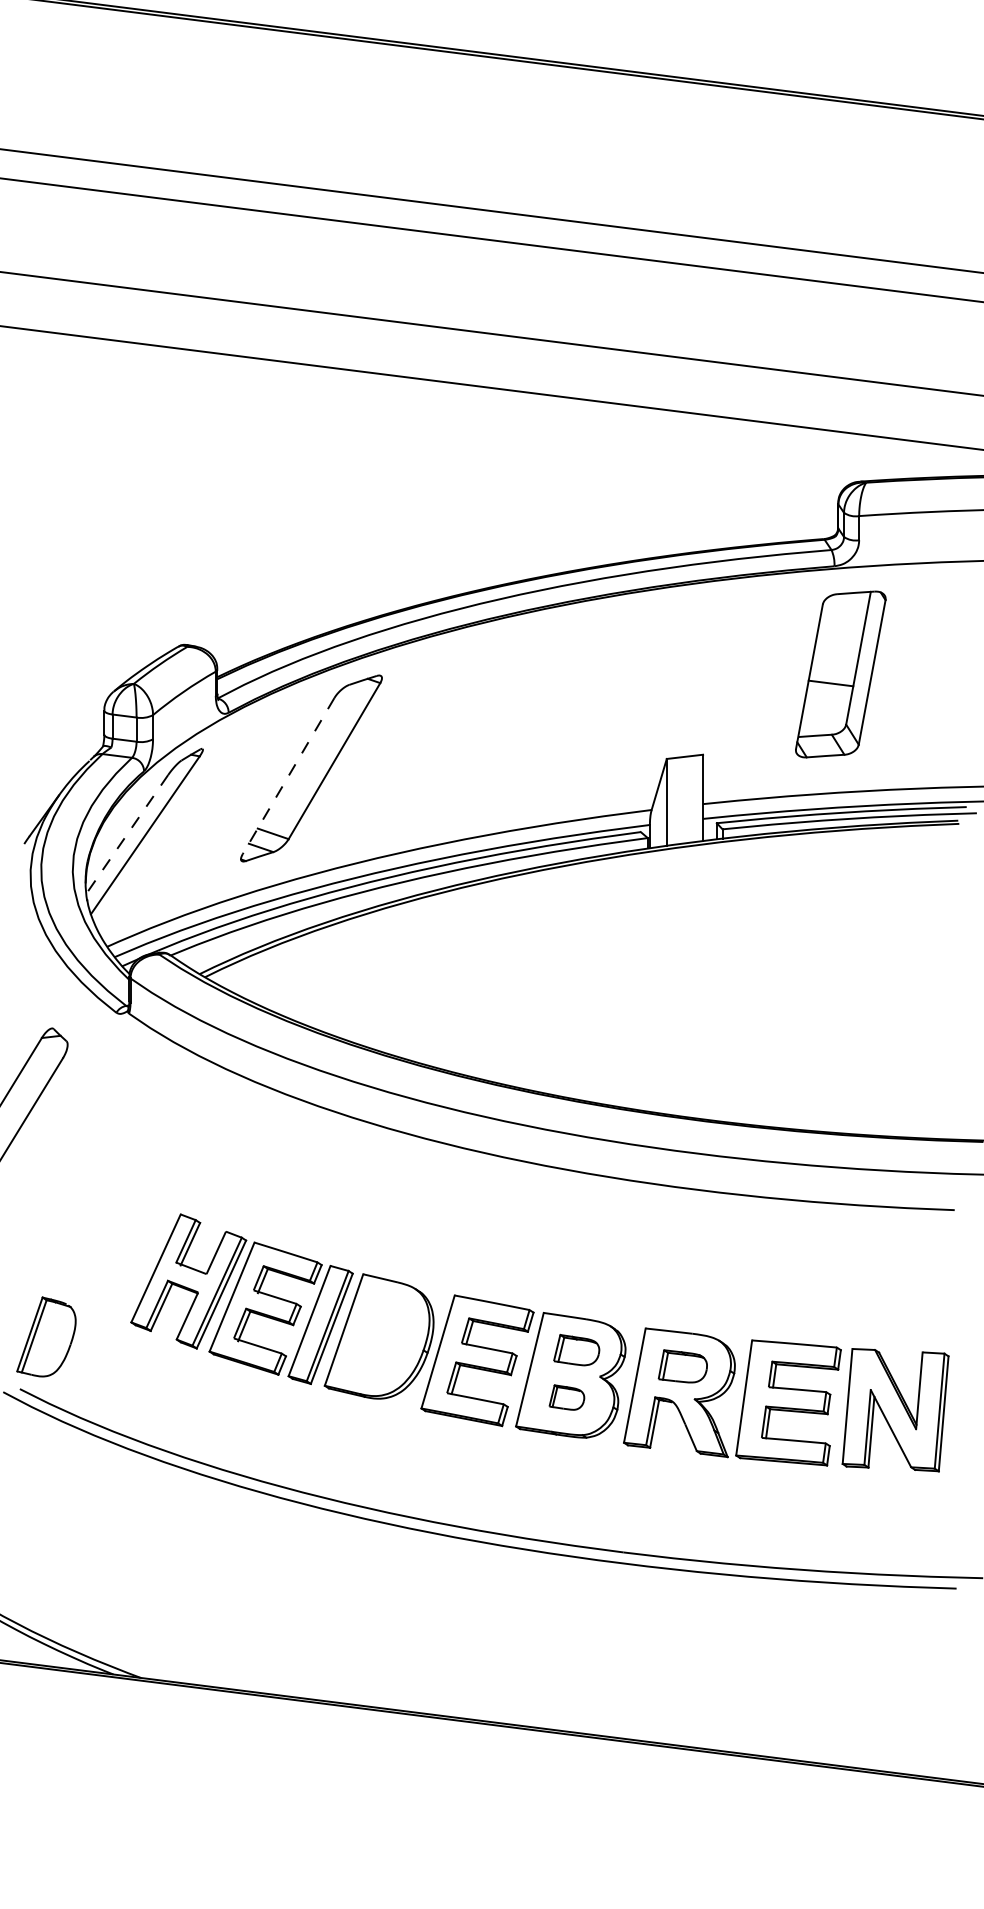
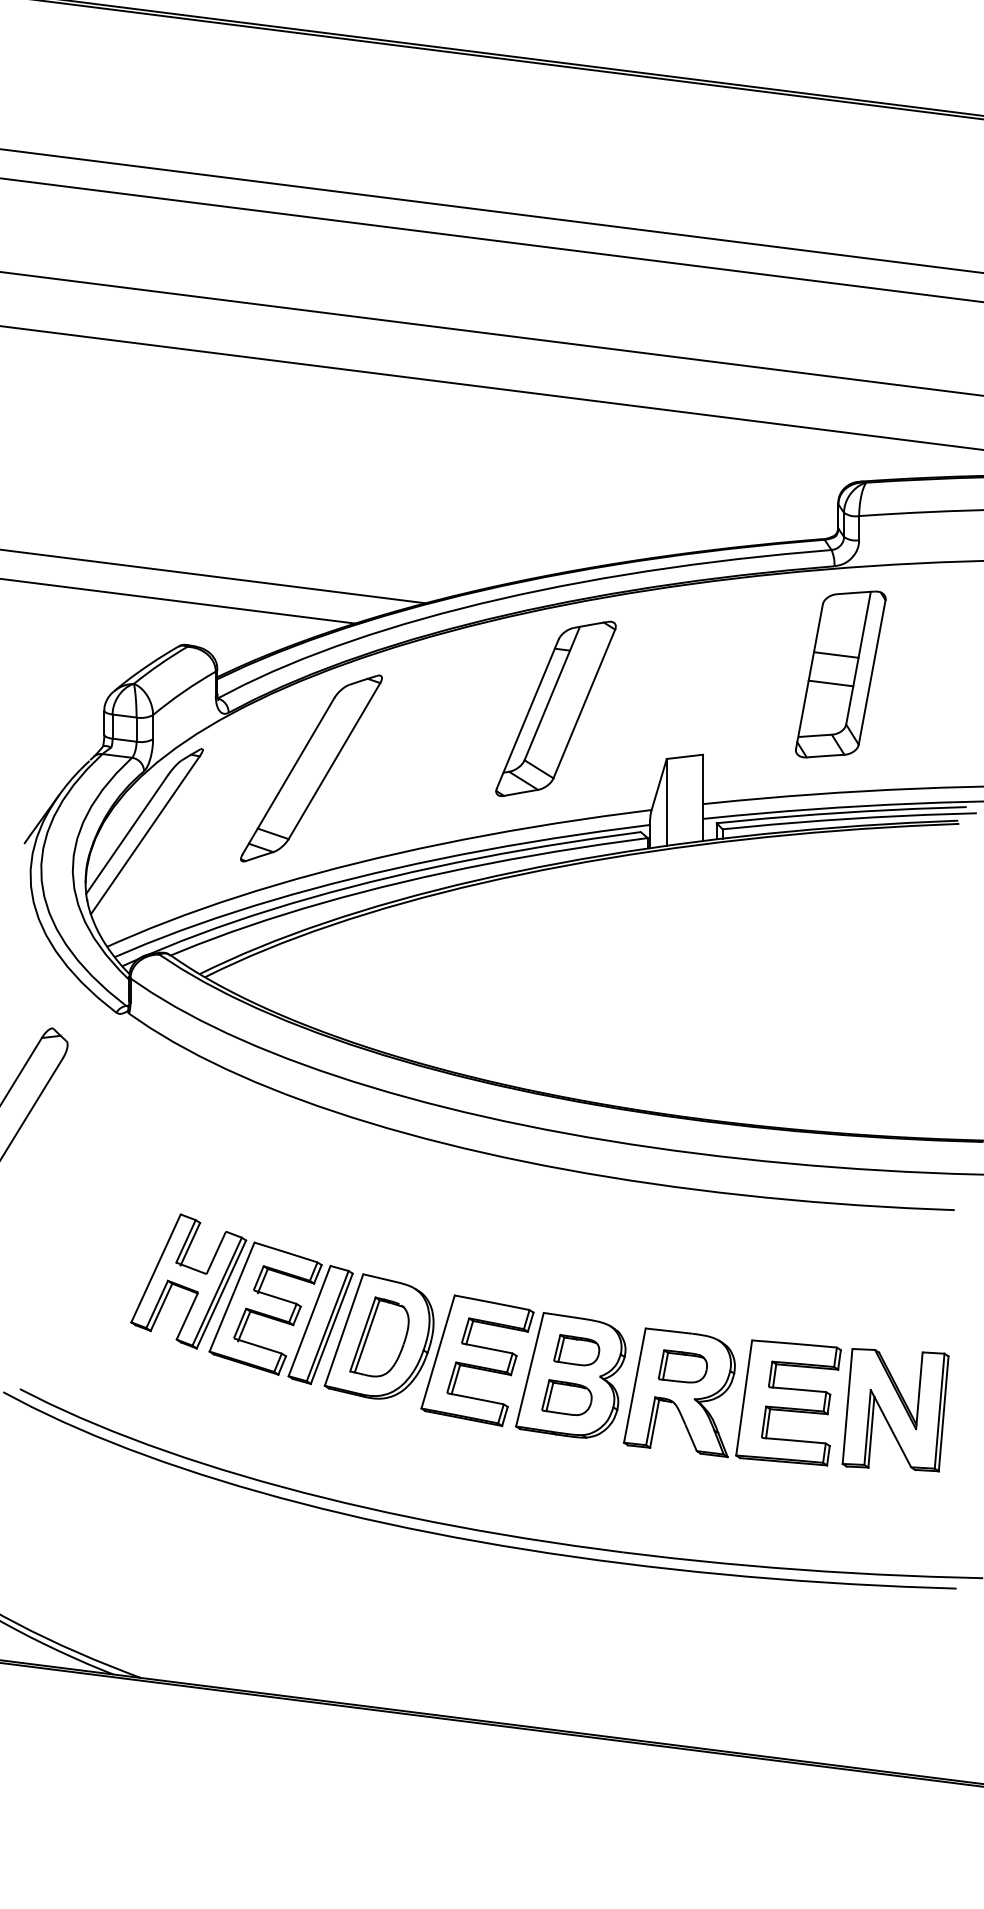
line at (213, 576): none -> present
line at (178, 601): none -> present
line at (835, 654): none -> present
part at (555, 708): none -> present
line at (288, 776): dashed -> solid
line at (126, 834): dashed -> solid
part at (46, 1336) position: (46, 1336) -> (379, 1336)
part at (566, 1397) size: 38x27 px -> 52x37 px
